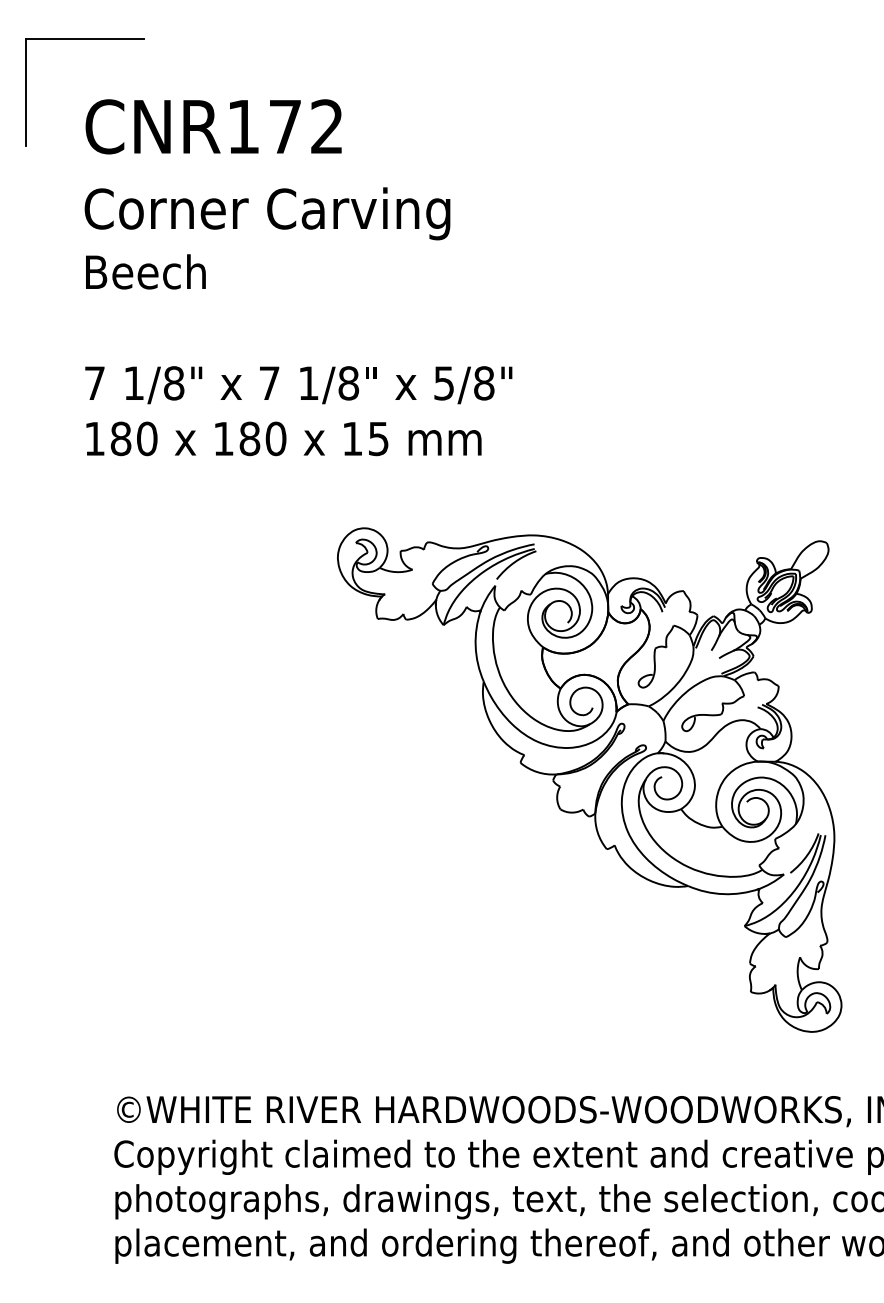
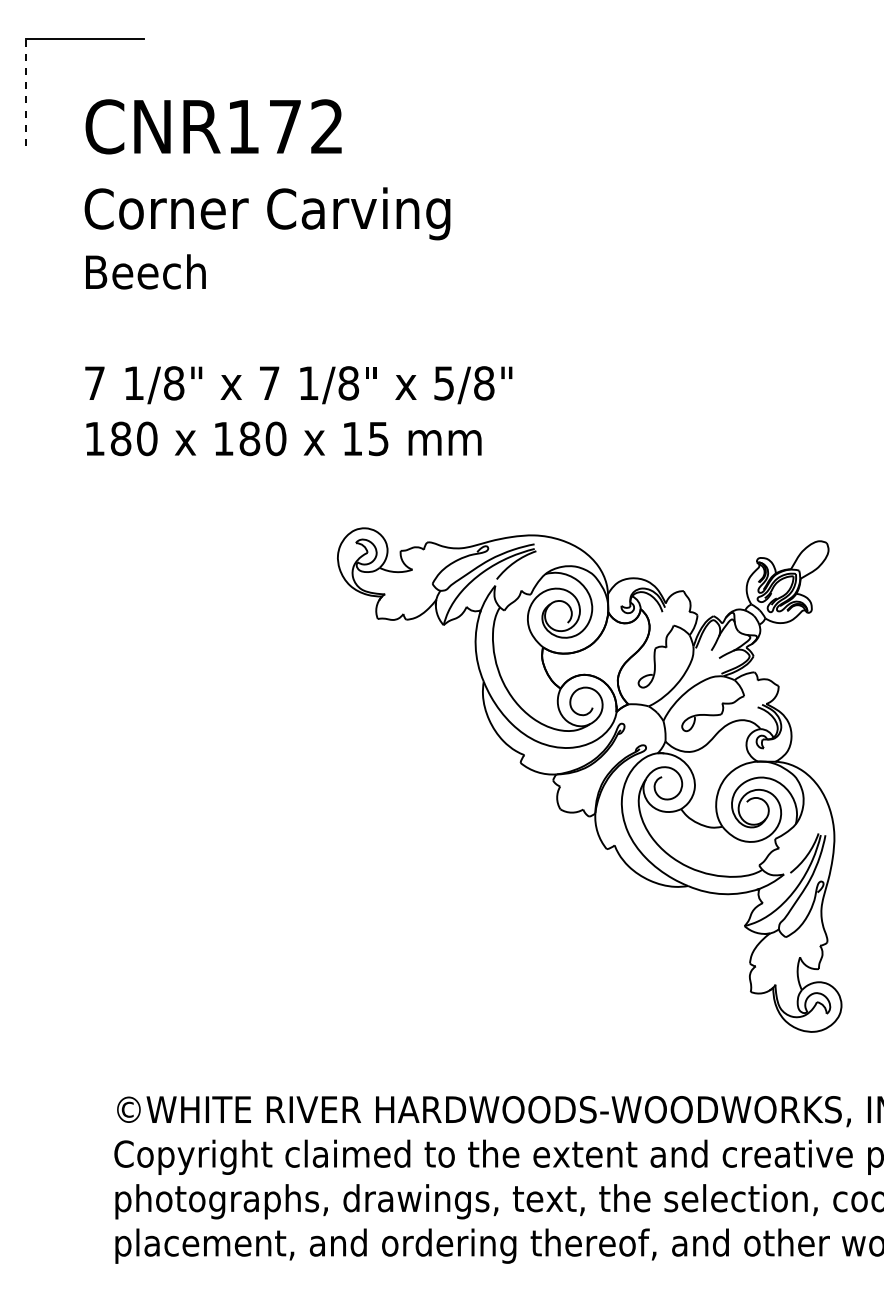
line at (26, 92): solid -> dashed
